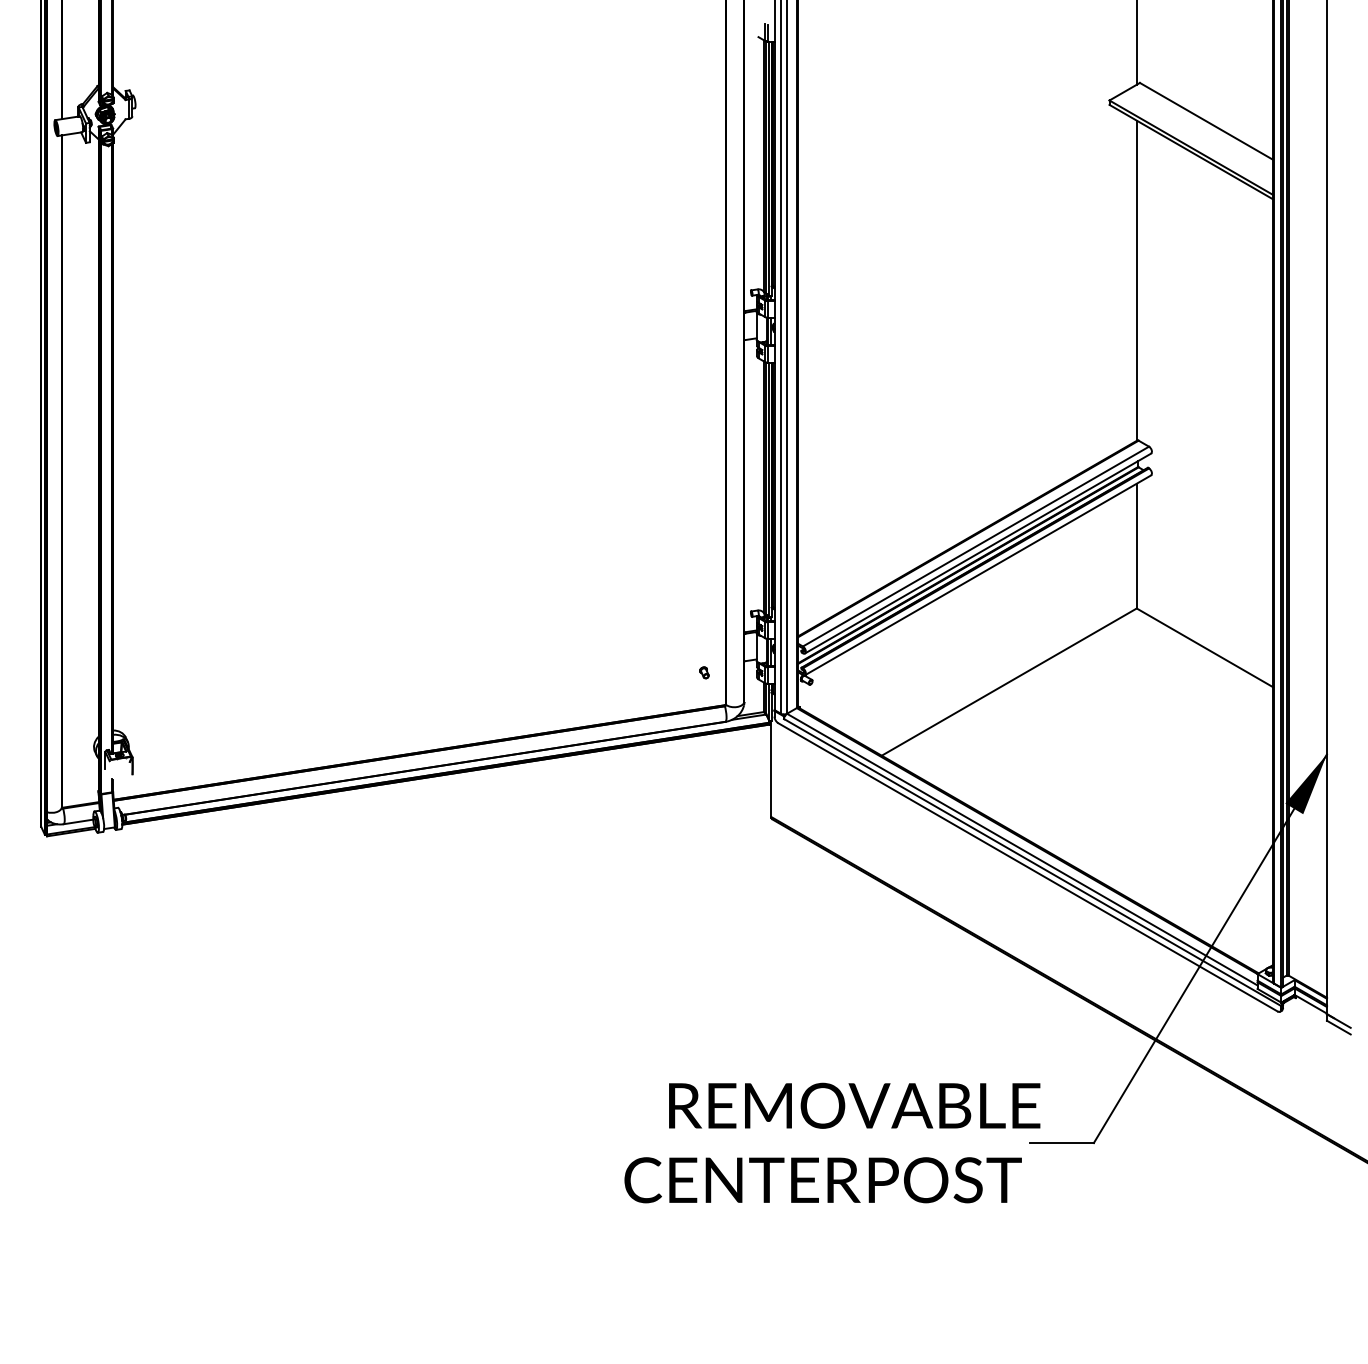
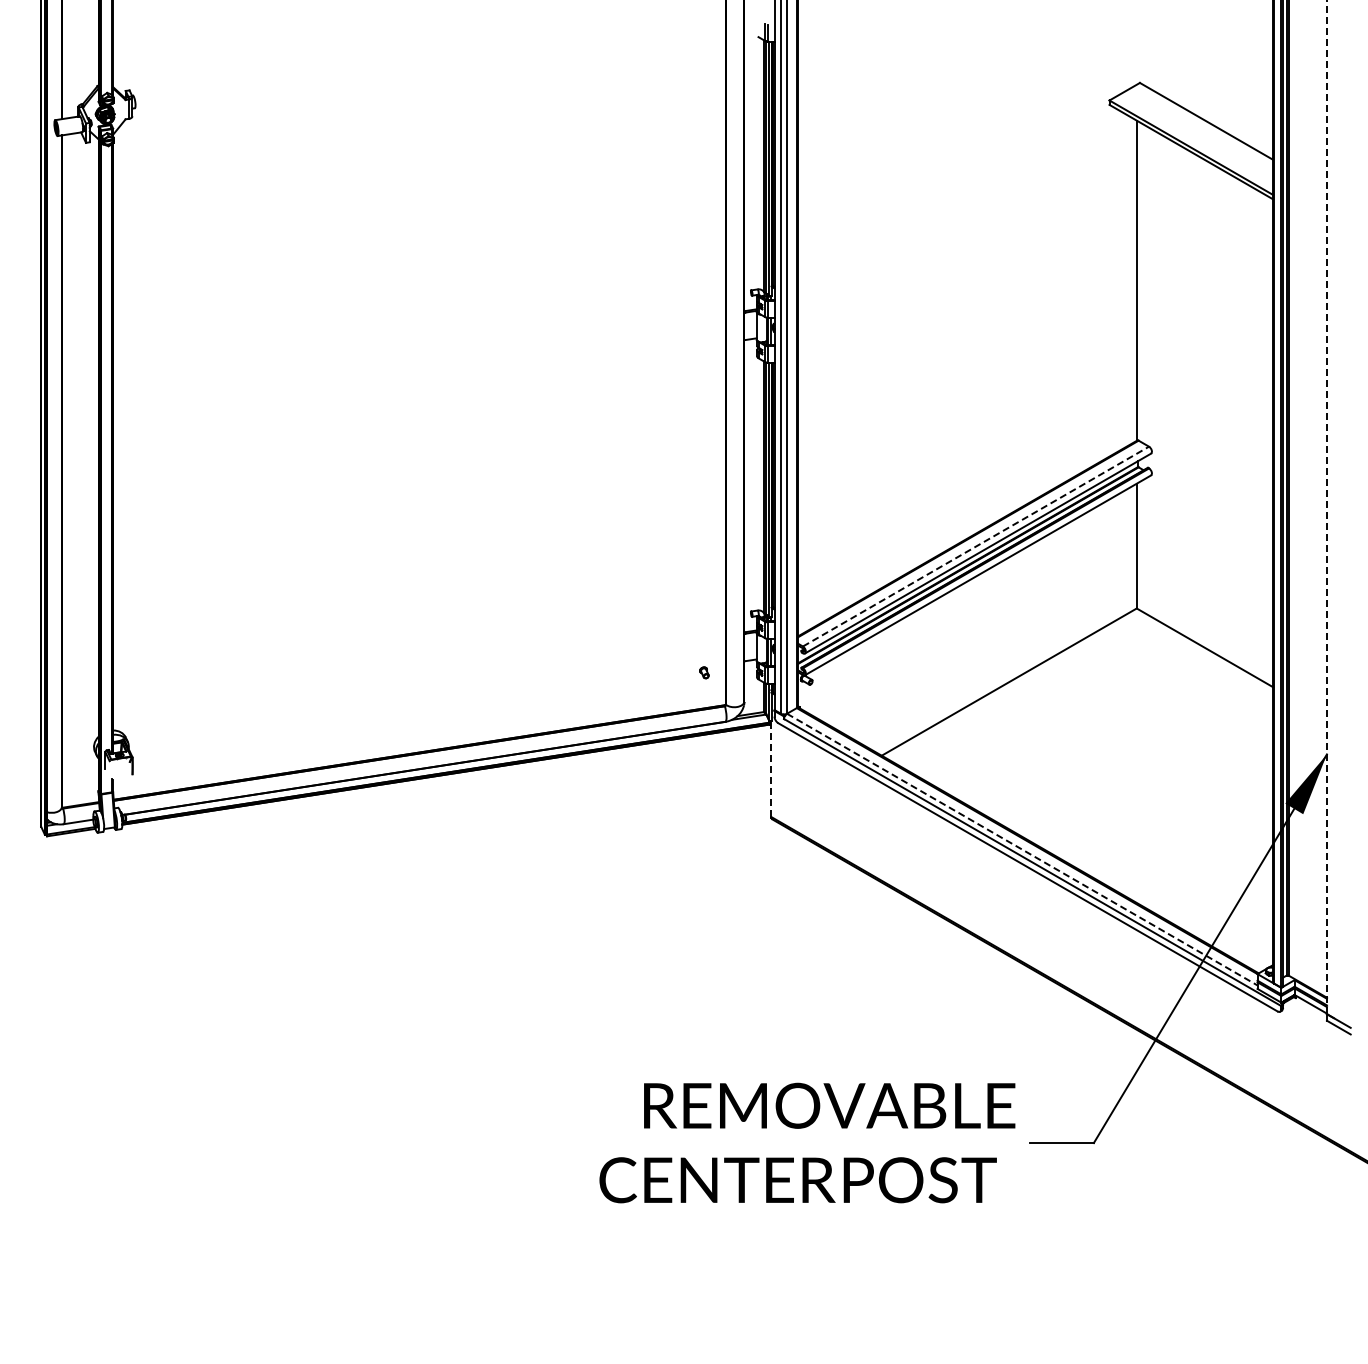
line at (1136, 43): present -> none
line at (1326, 507): solid -> dashed
line at (976, 546): solid -> dashed
line at (771, 768): solid -> dashed
line at (1022, 849): solid -> dashed
text at (832, 1142) position: (832, 1142) -> (807, 1142)
